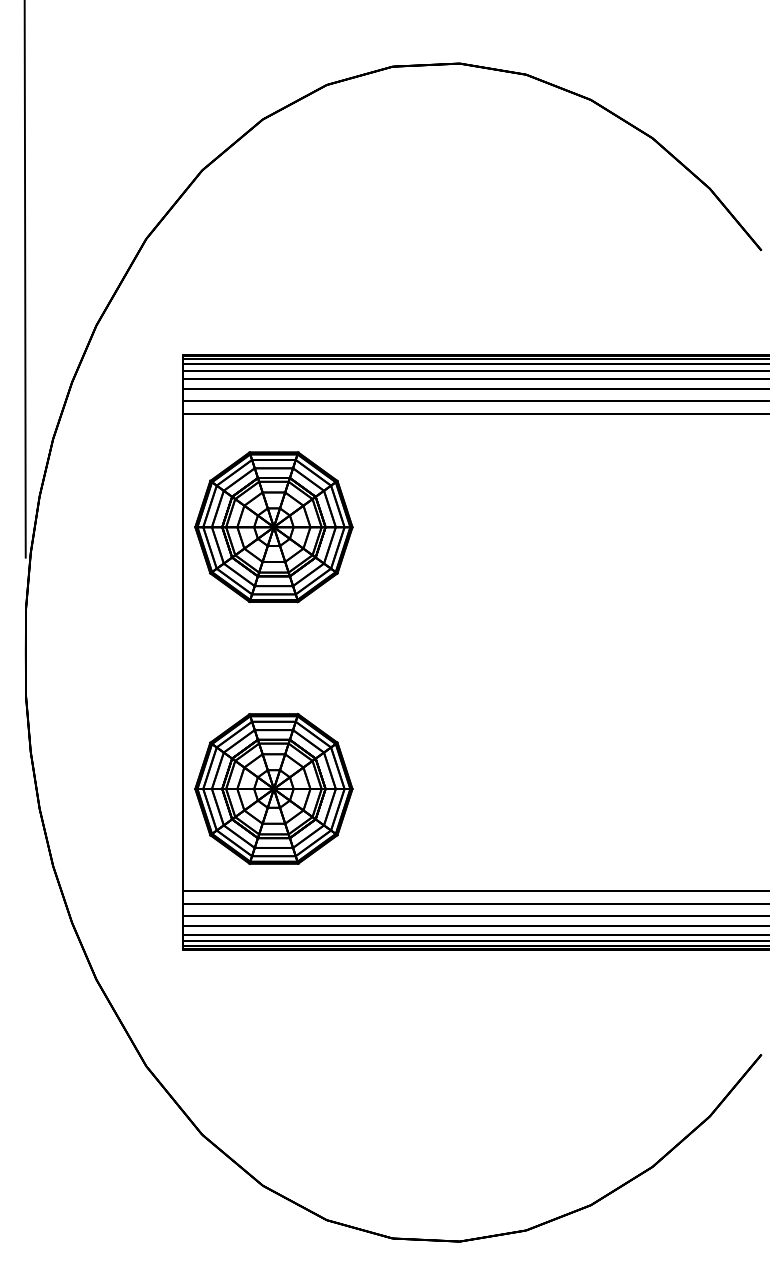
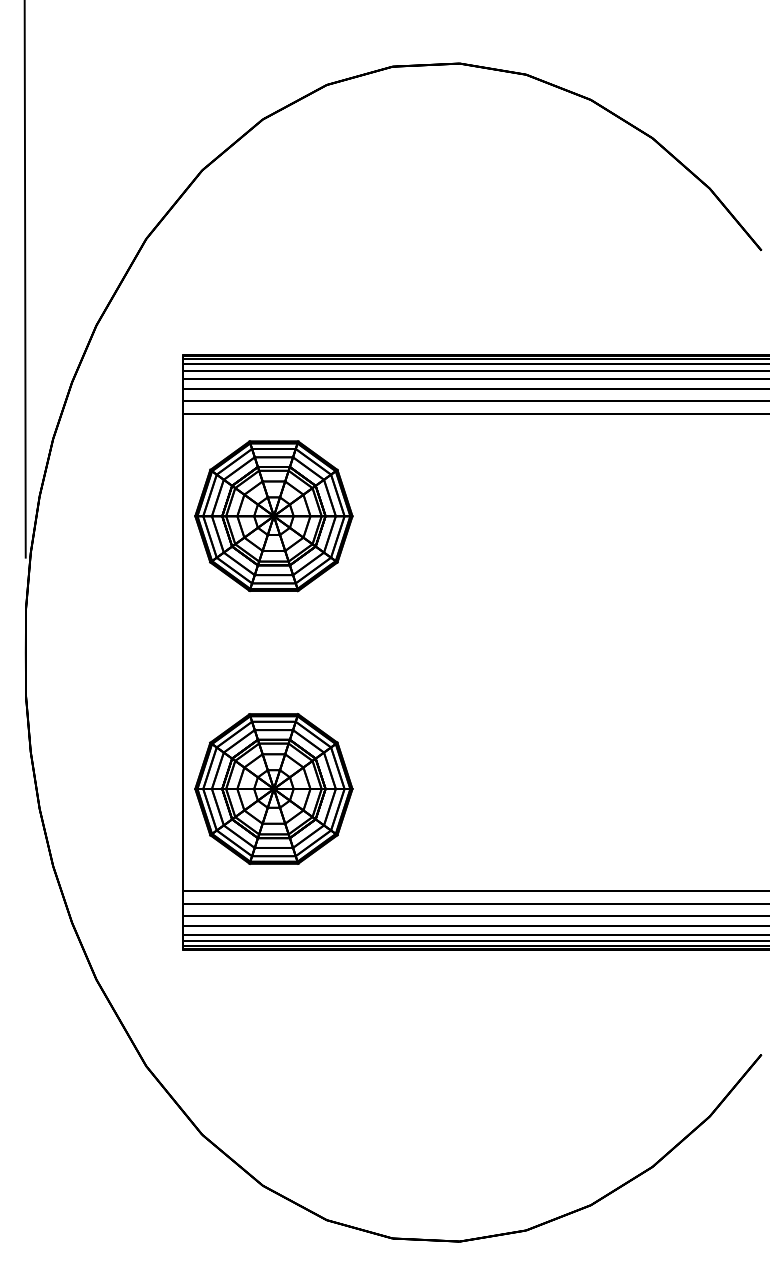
part at (273, 527) position: (273, 527) -> (273, 516)
